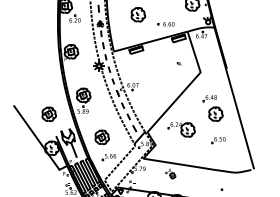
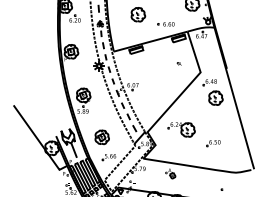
part at (212, 108) position: (212, 108) -> (212, 92)
part at (48, 114): present -> none
part at (218, 140) position: (218, 140) -> (213, 143)
